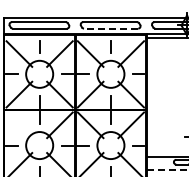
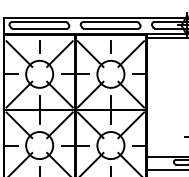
line at (110, 28): dashed -> solid
line at (19, 125): none -> present
line at (167, 170): dashed -> solid
